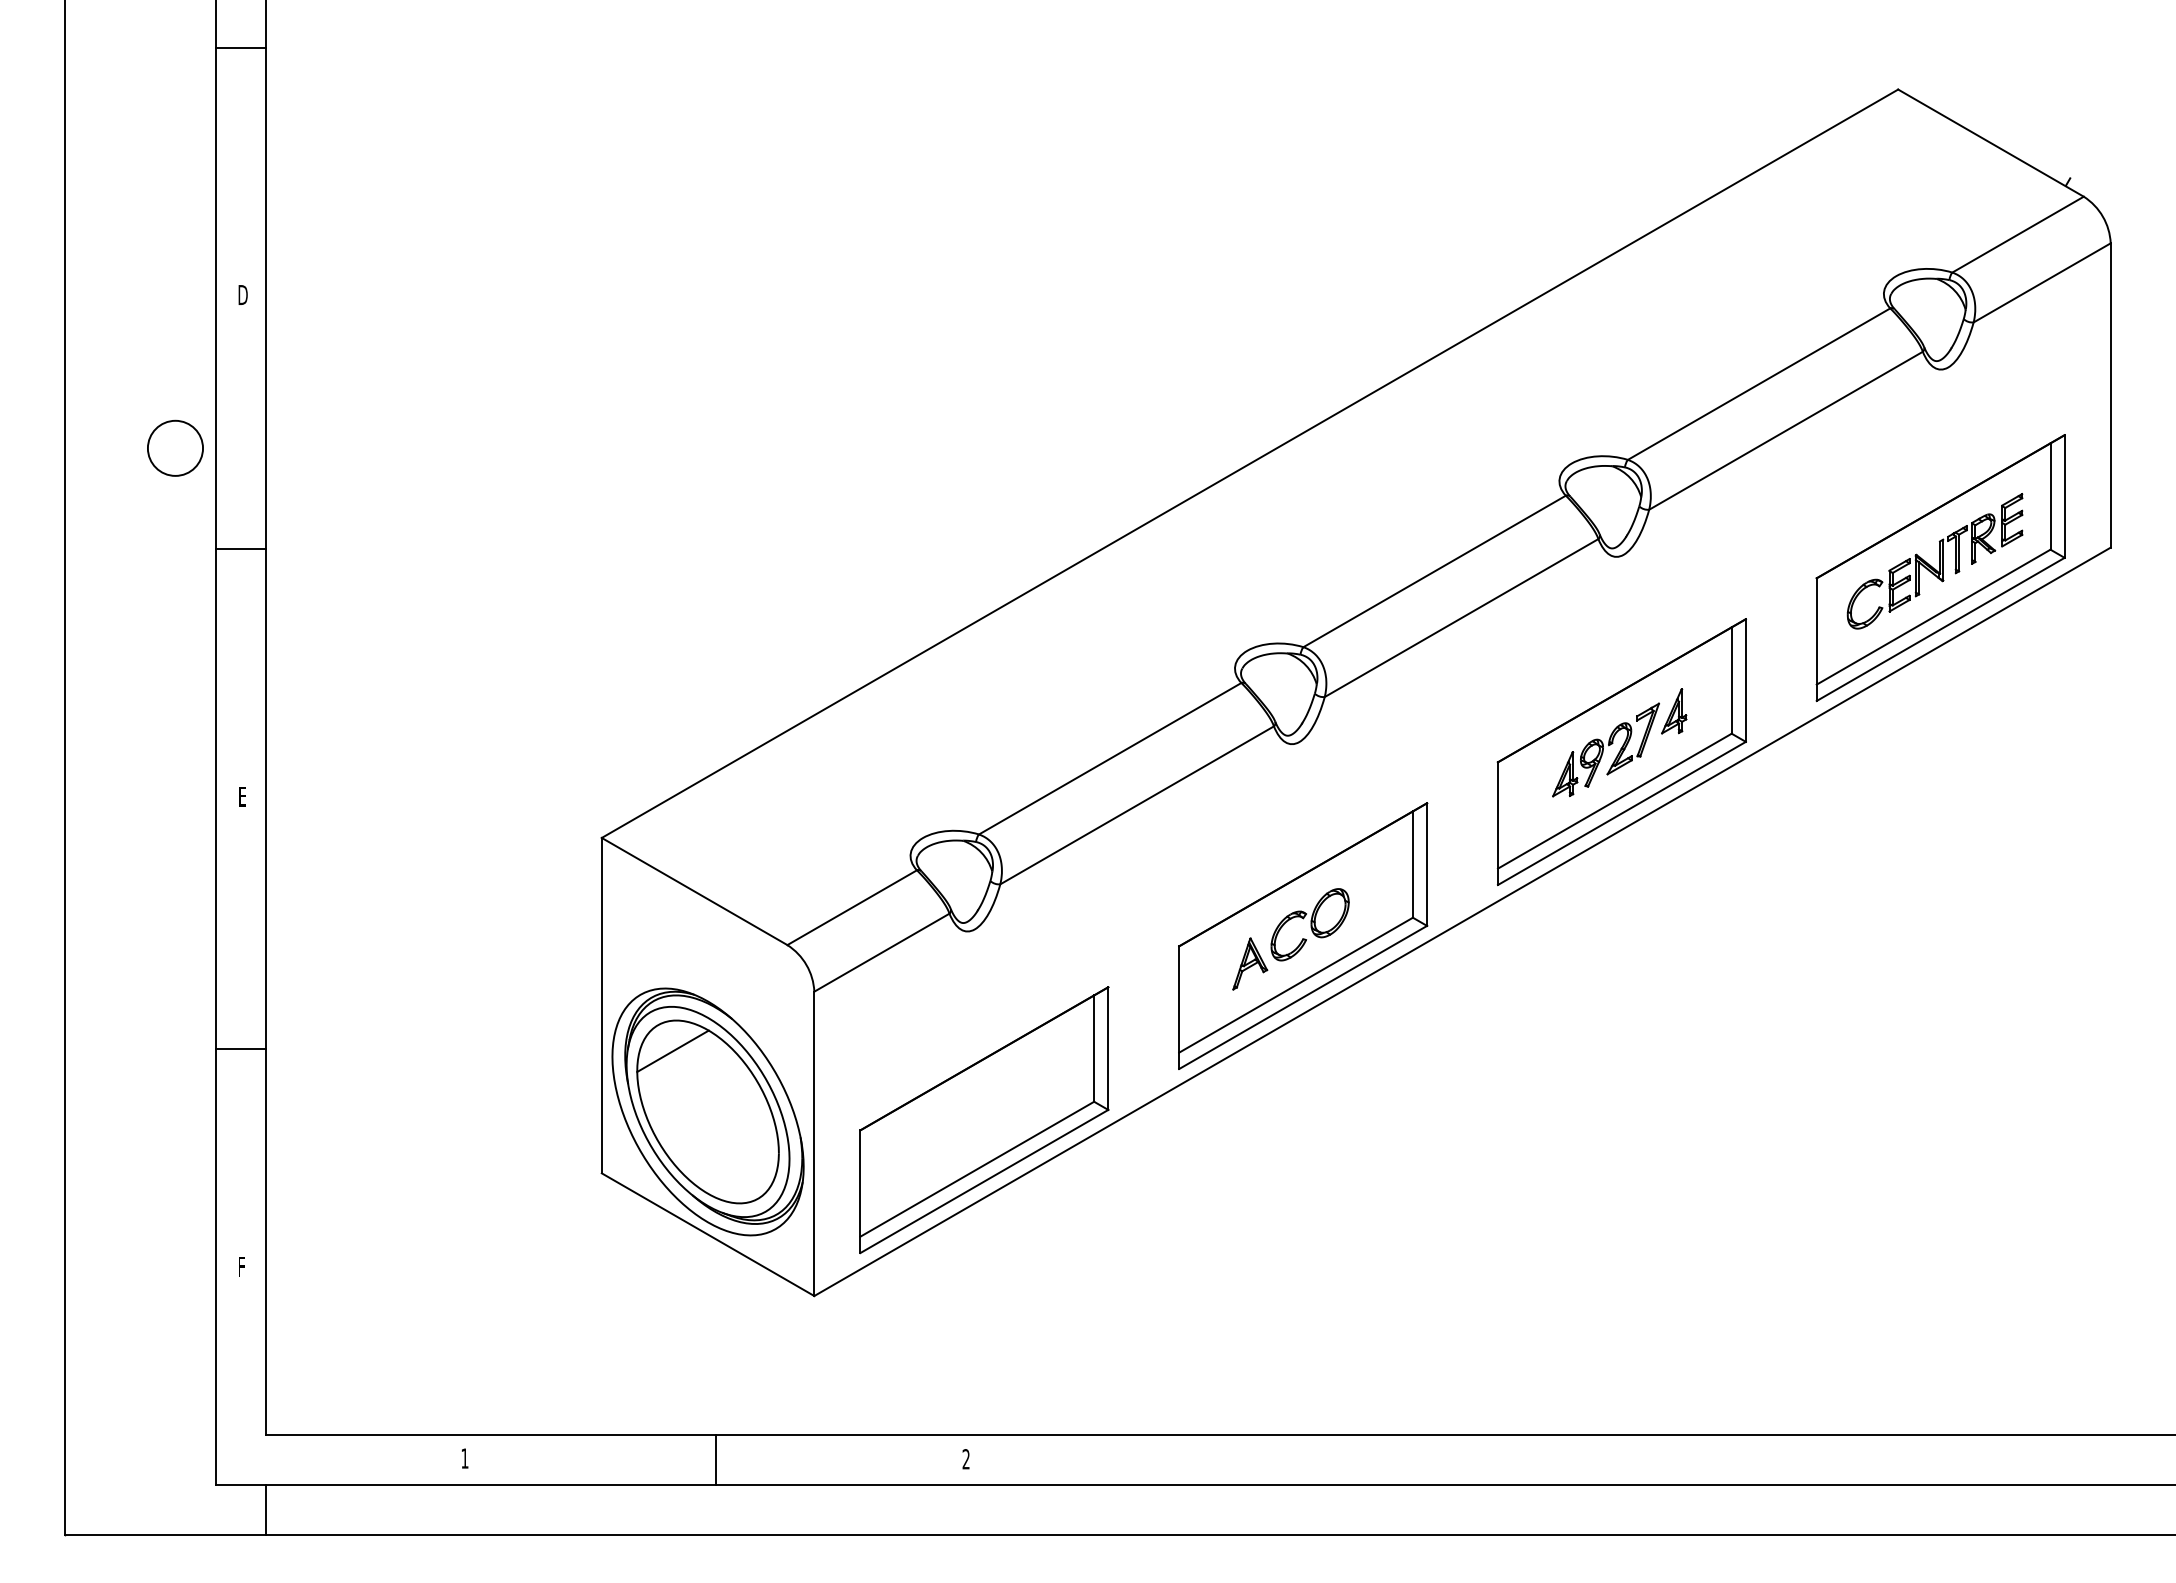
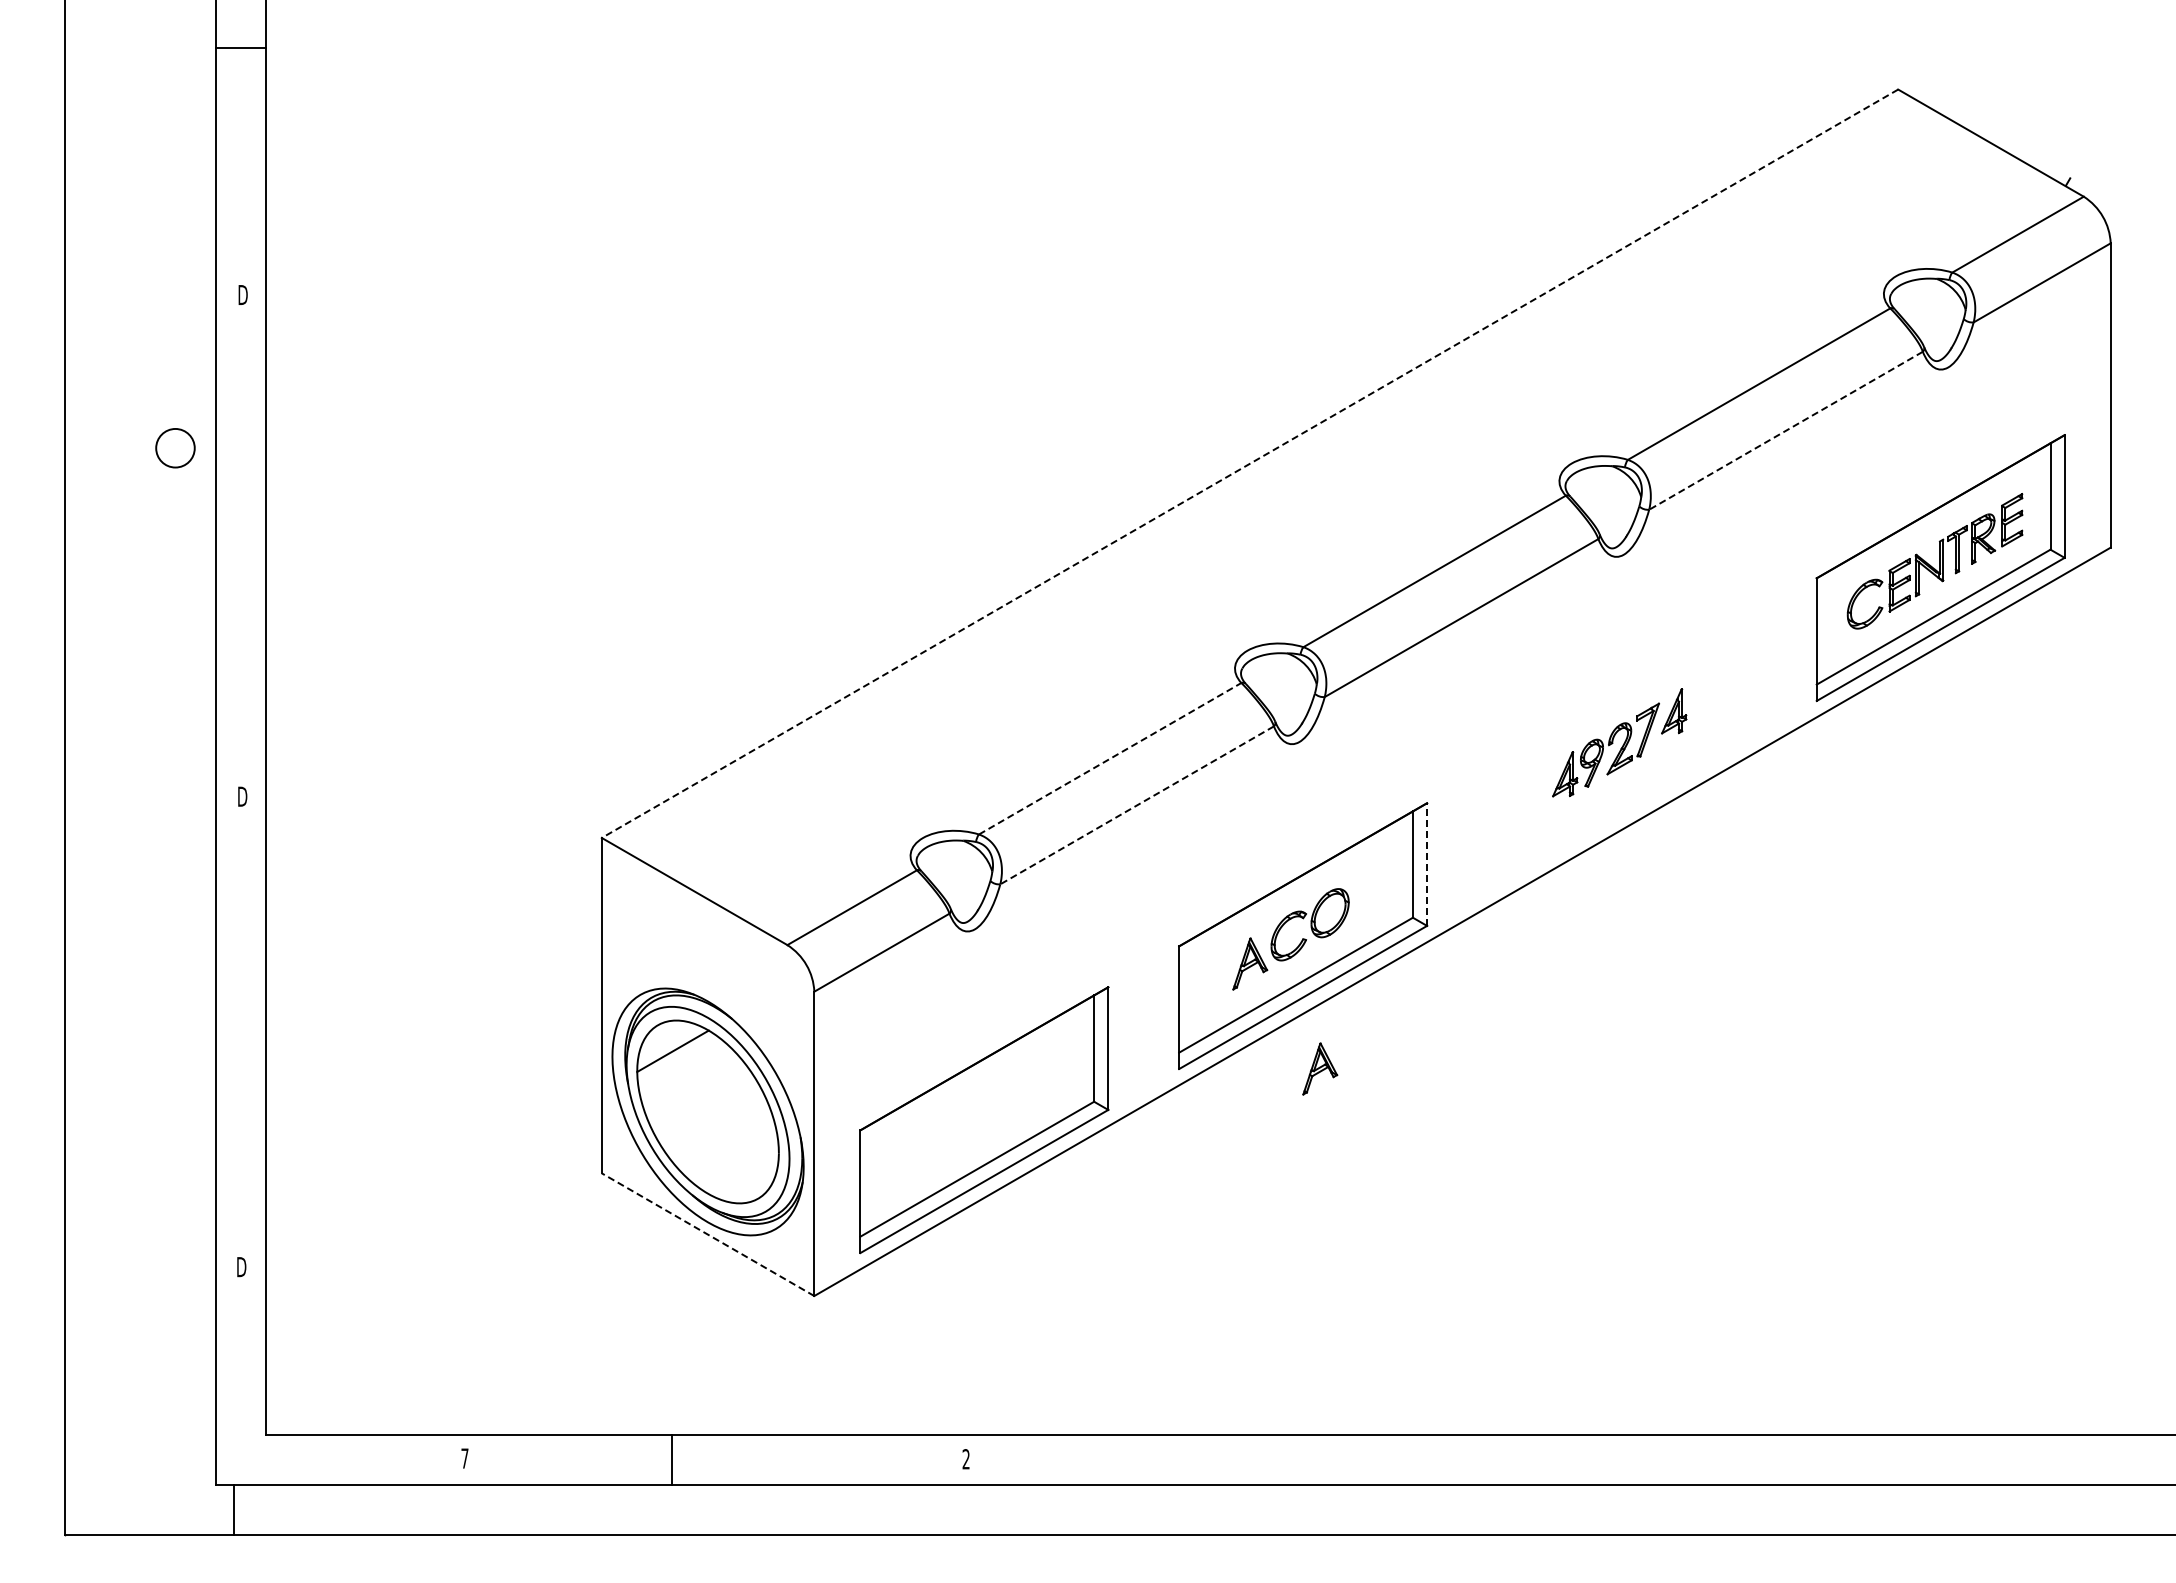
line at (1786, 430): solid -> dashed
circle at (175, 447) size: 57x58 px -> 41x41 px
line at (1249, 464): solid -> dashed
line at (240, 548): present -> none
part at (1621, 752): present -> none
line at (1110, 758): solid -> dashed
text at (242, 796): E -> D
line at (1137, 805): solid -> dashed
line at (1427, 864): solid -> dashed
line at (240, 1049): present -> none
part at (1320, 1068): none -> present
line at (708, 1234): solid -> dashed
text at (241, 1267): F -> D
text at (464, 1458): 1 -> 7
line at (716, 1460) position: (716, 1460) -> (672, 1460)
line at (265, 1510) position: (265, 1510) -> (233, 1510)
